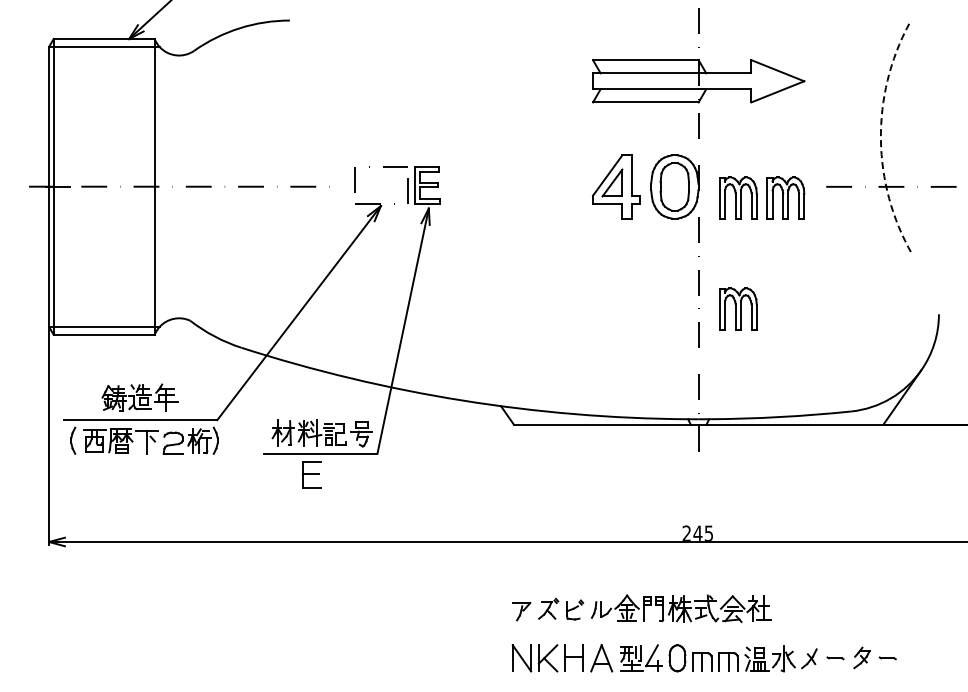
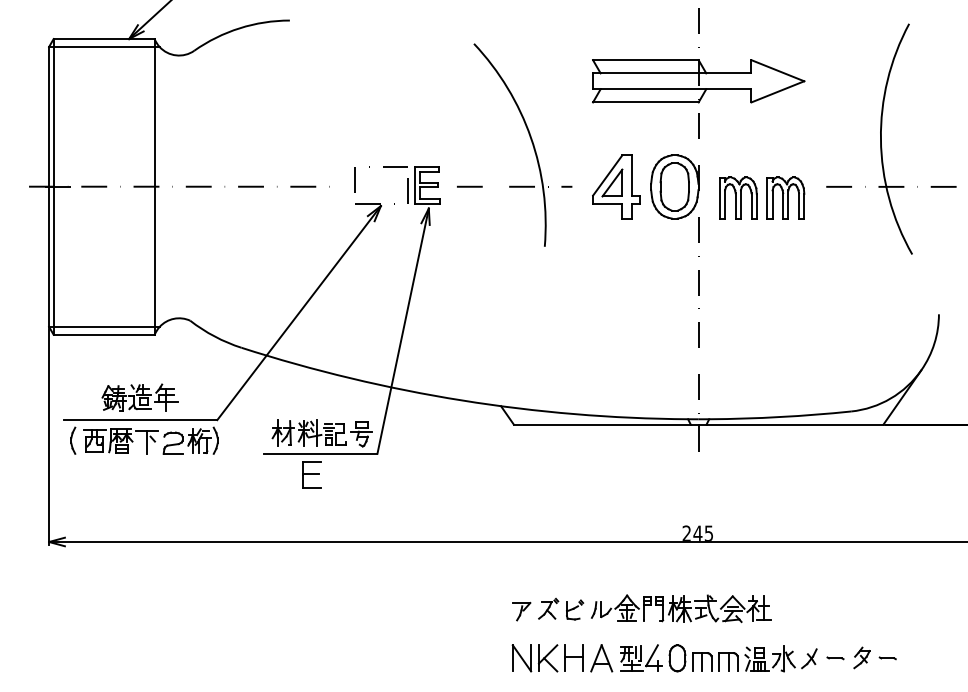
arc at (880, 139): dashed -> solid
part at (530, 140): none -> present
part at (738, 308): present -> none
